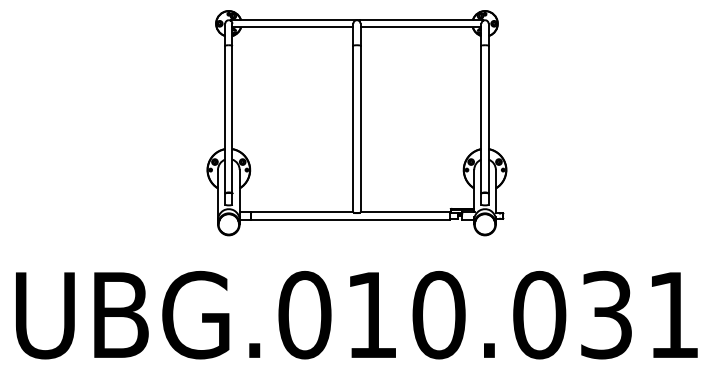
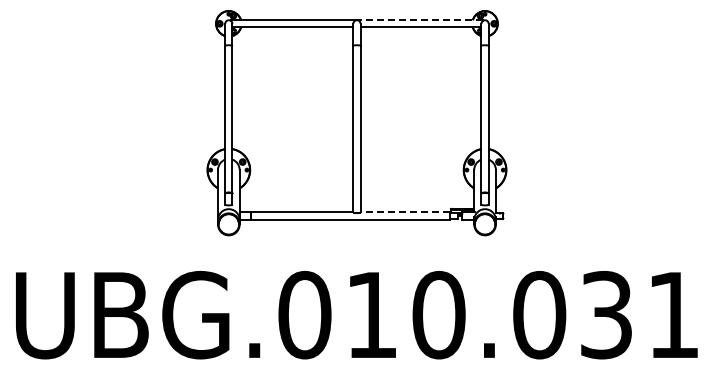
line at (421, 20): solid -> dashed
line at (405, 212): solid -> dashed
